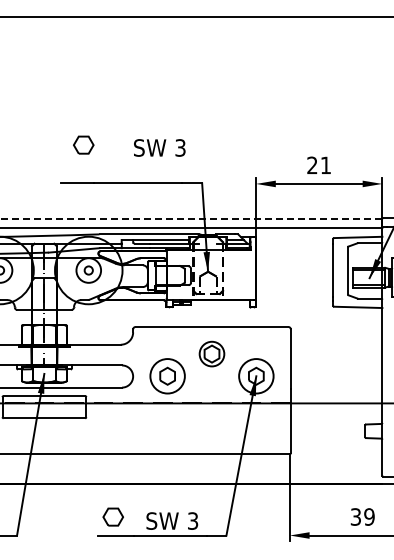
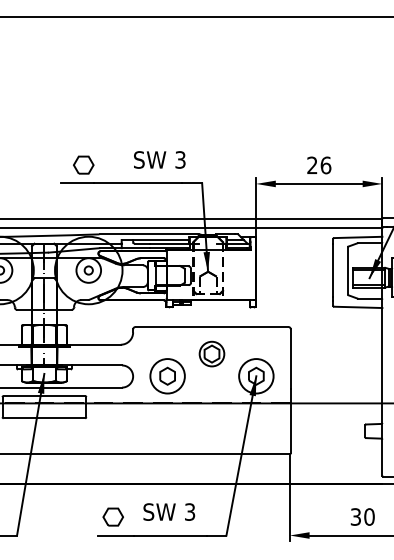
part at (83, 144) position: (83, 144) -> (83, 164)
text at (159, 147) position: (159, 147) -> (159, 159)
text at (325, 165): 21 -> 26
line at (191, 218): dashed -> solid
text at (369, 516): 39 -> 30
text at (172, 520) position: (172, 520) -> (169, 511)
